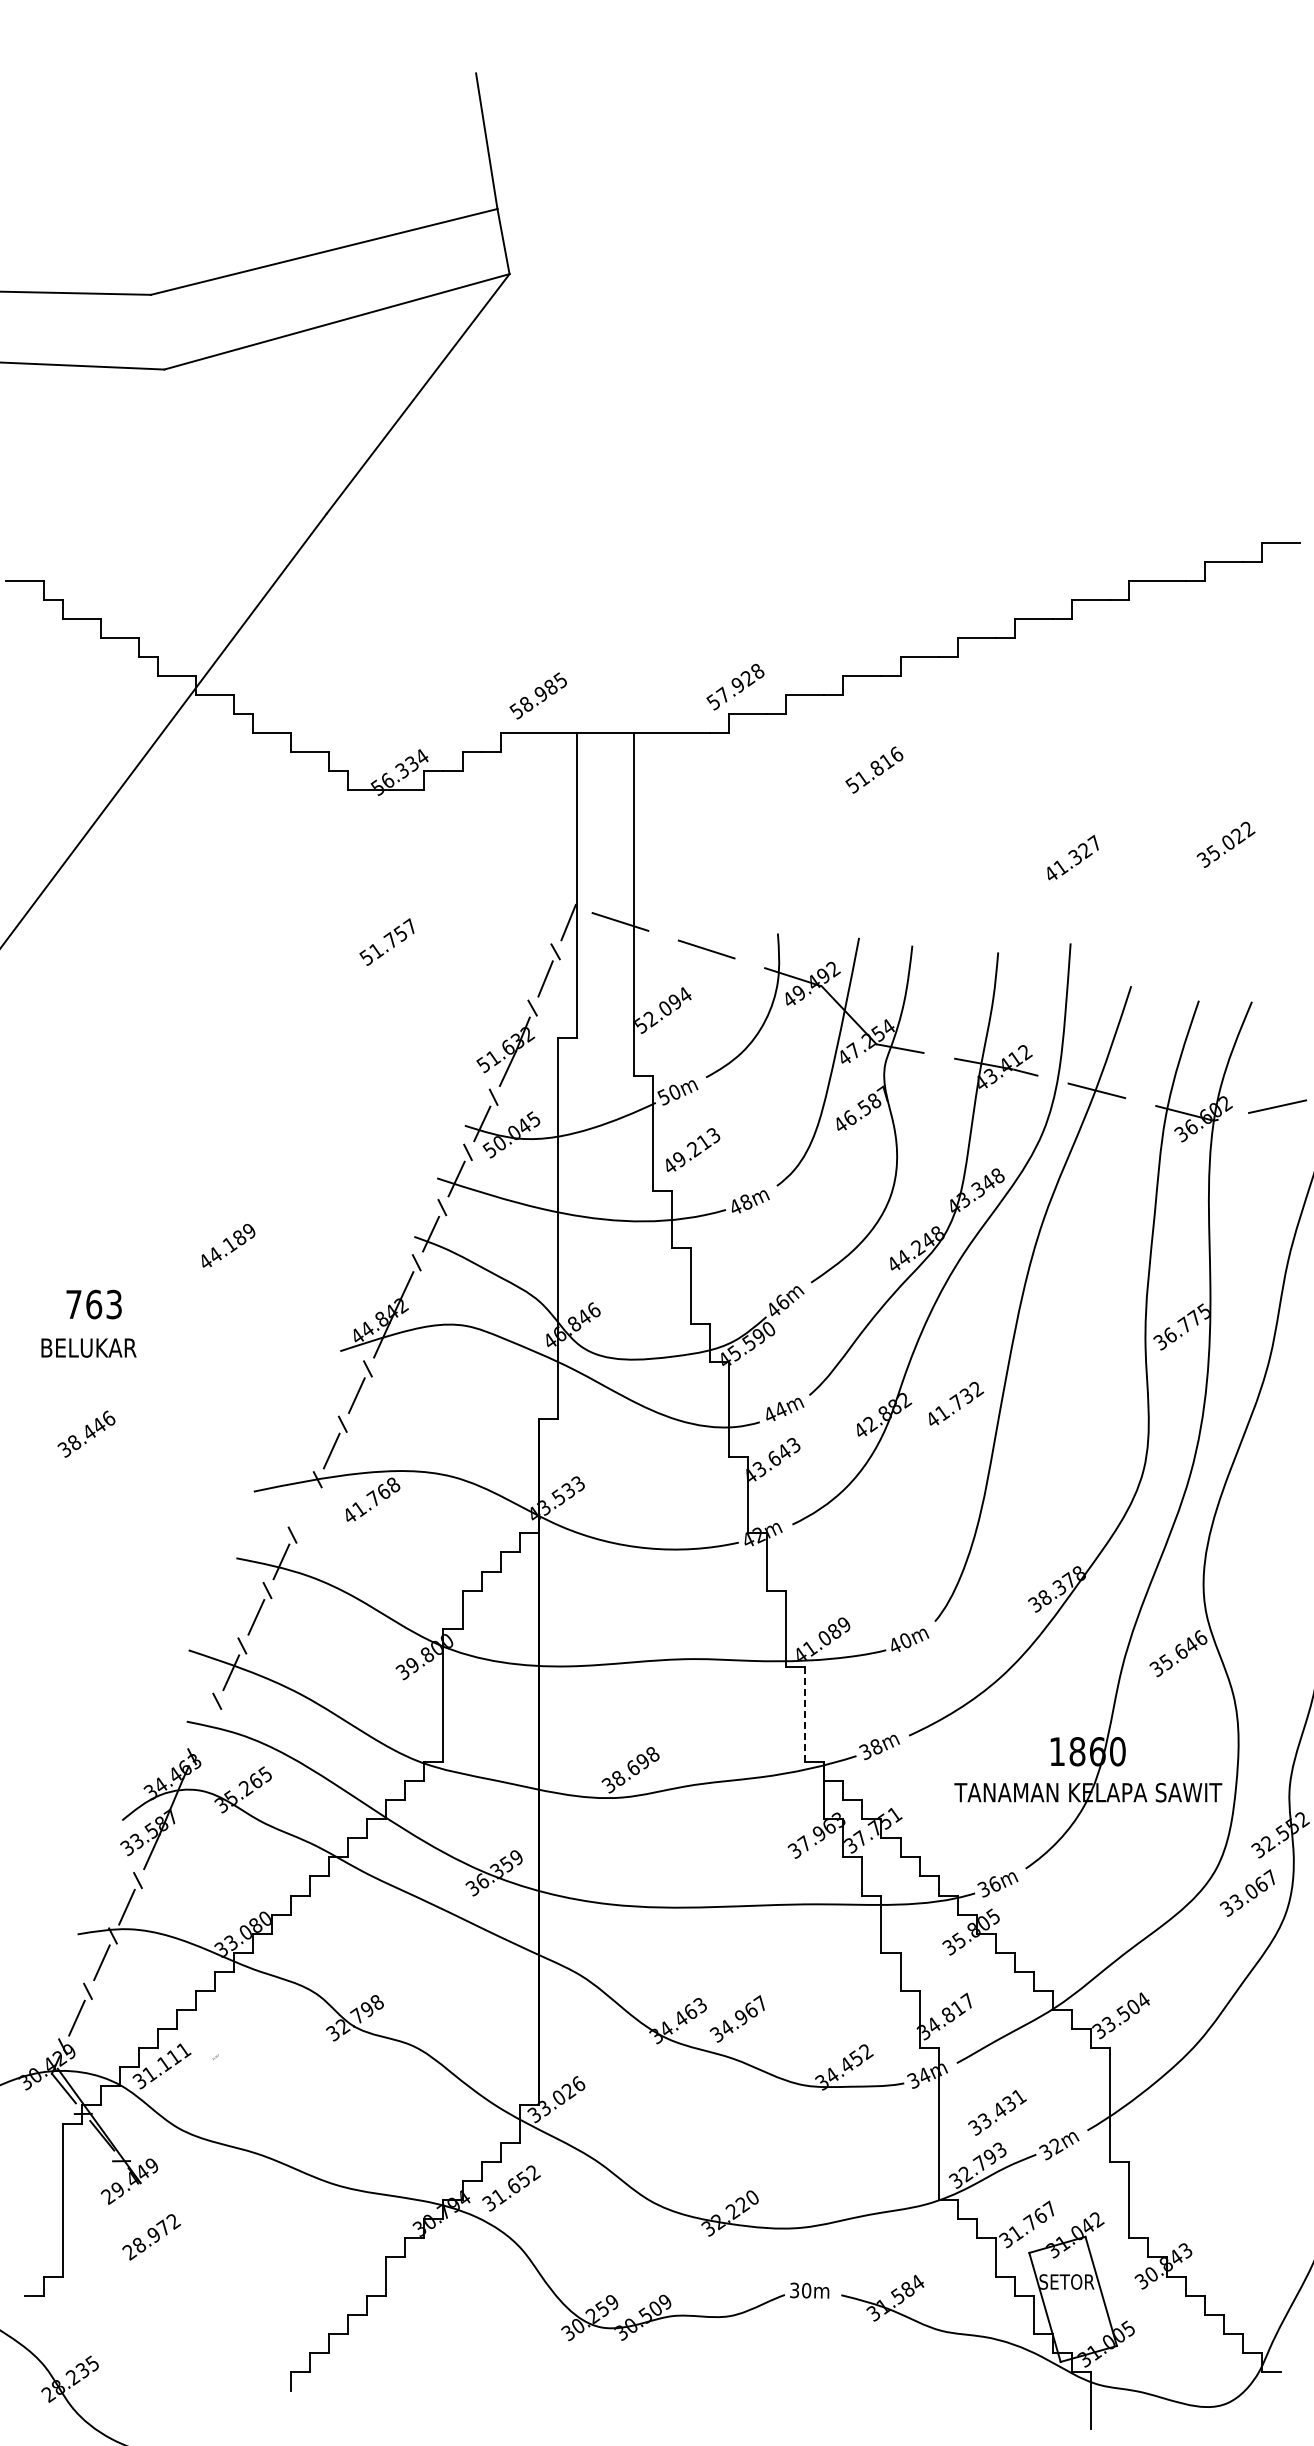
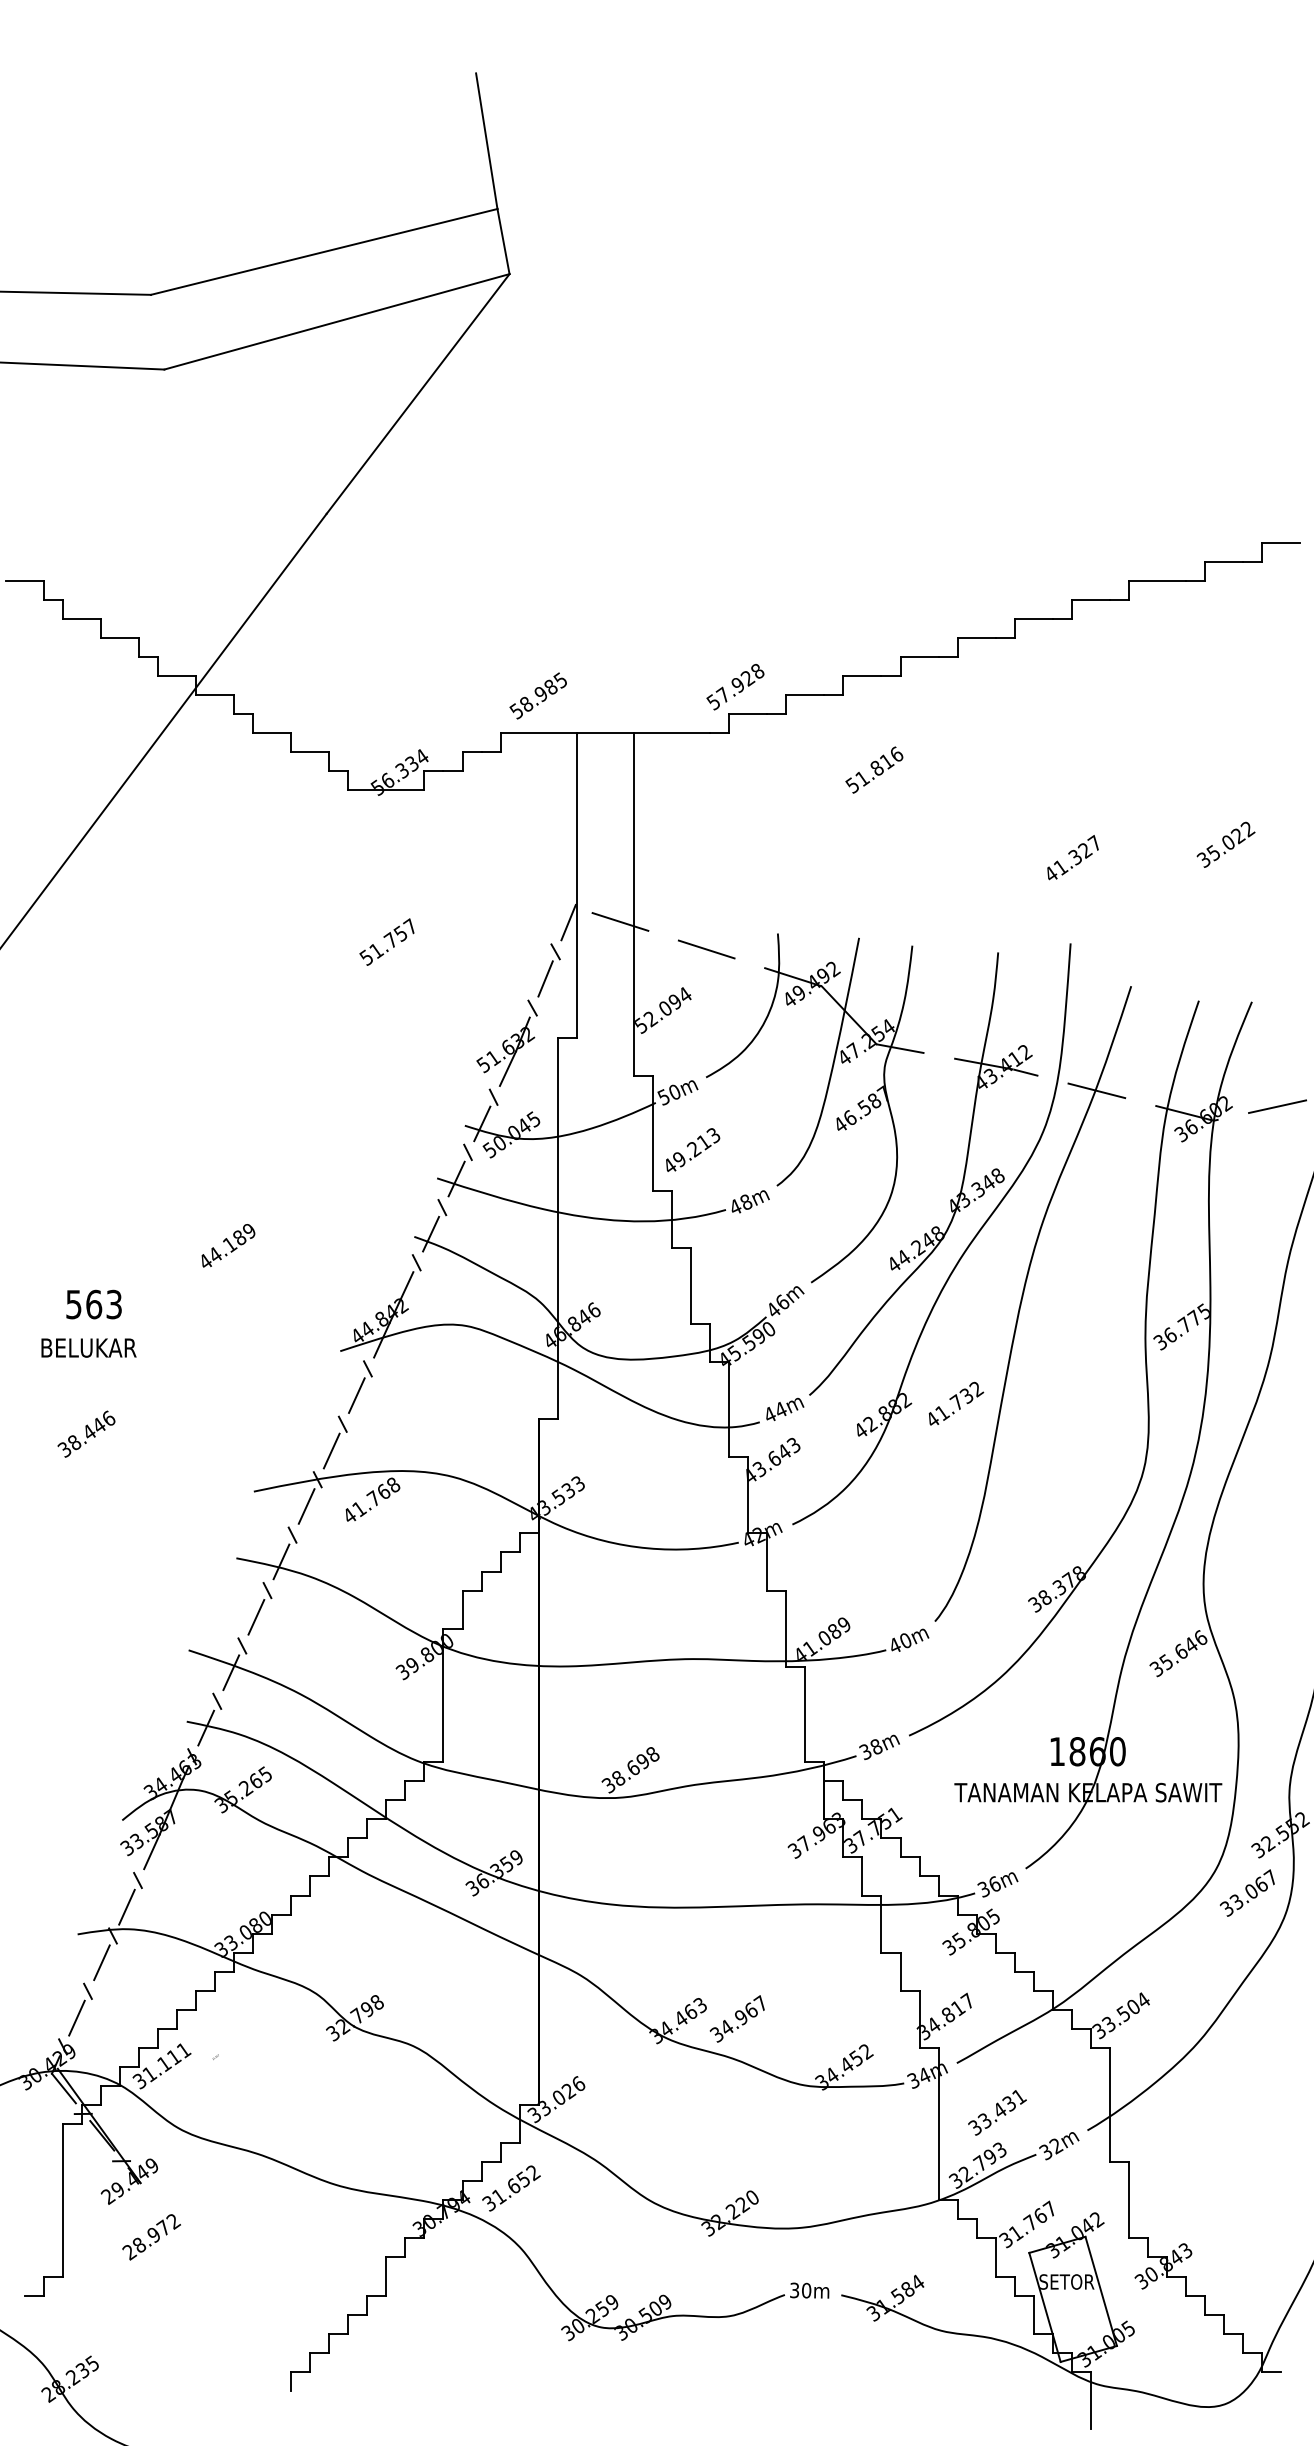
text at (73, 1304): 763 -> 563
line at (306, 1506): none -> present
line at (805, 1714): dashed -> solid
line at (206, 1727): none -> present
